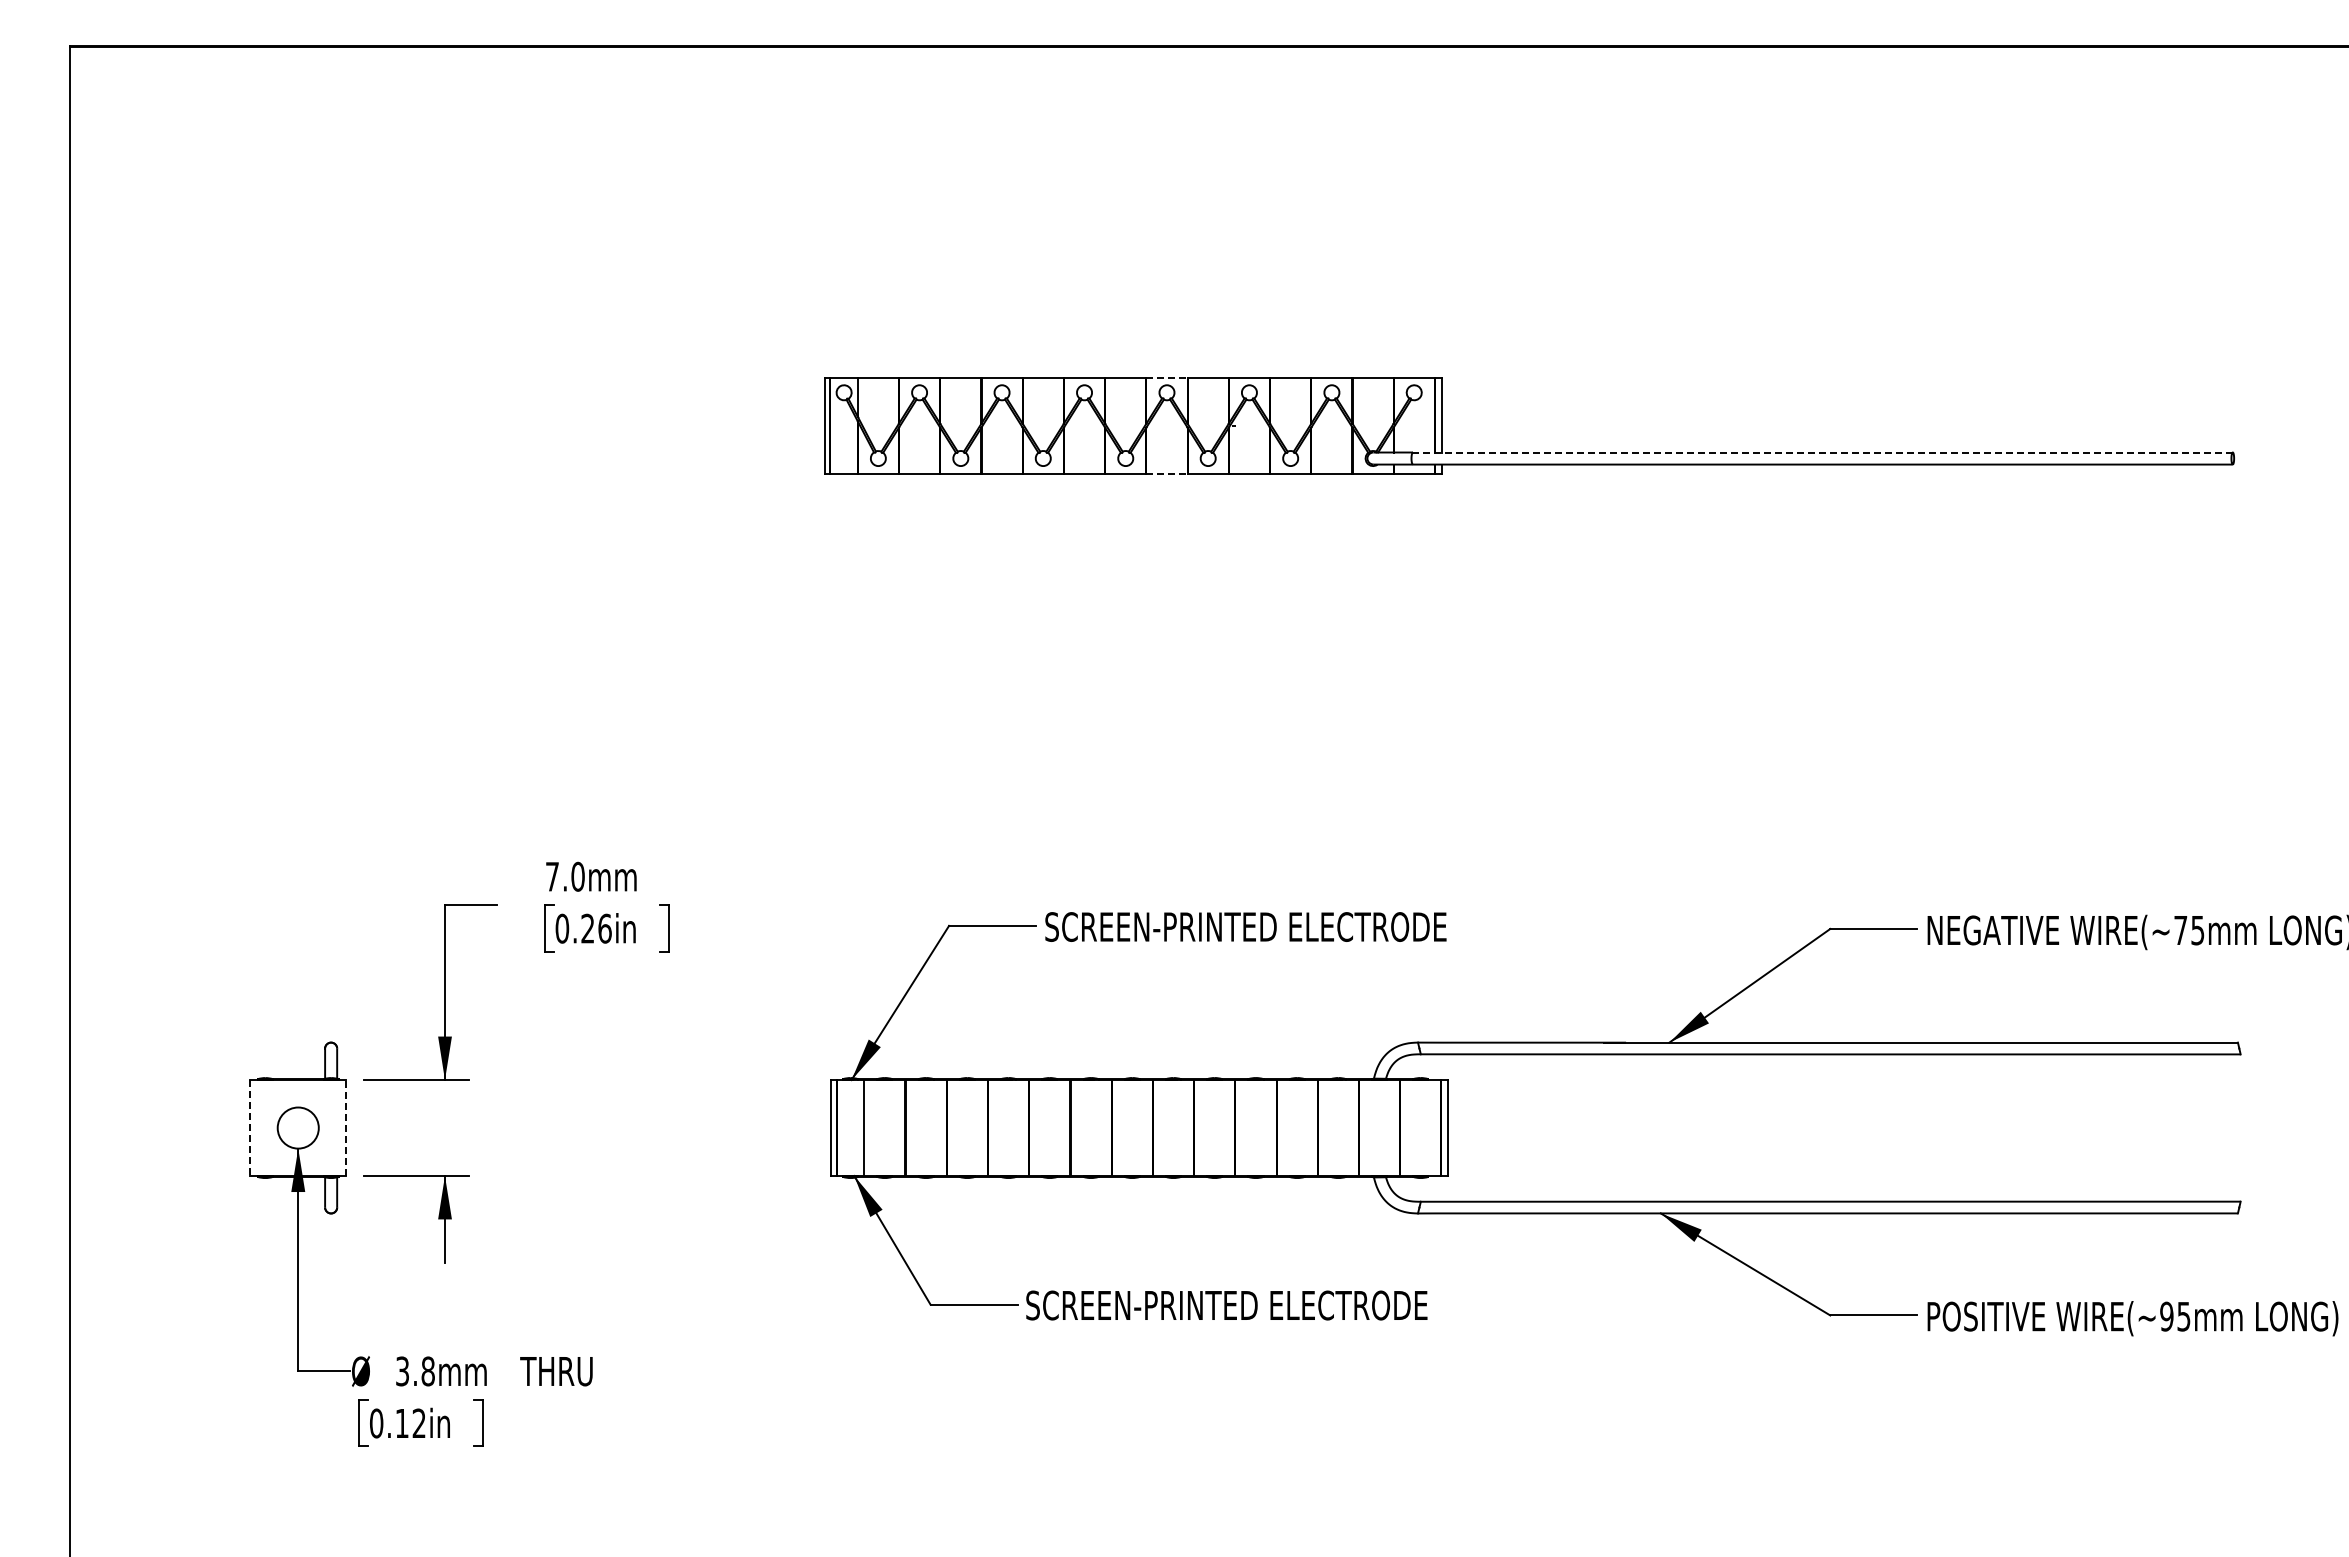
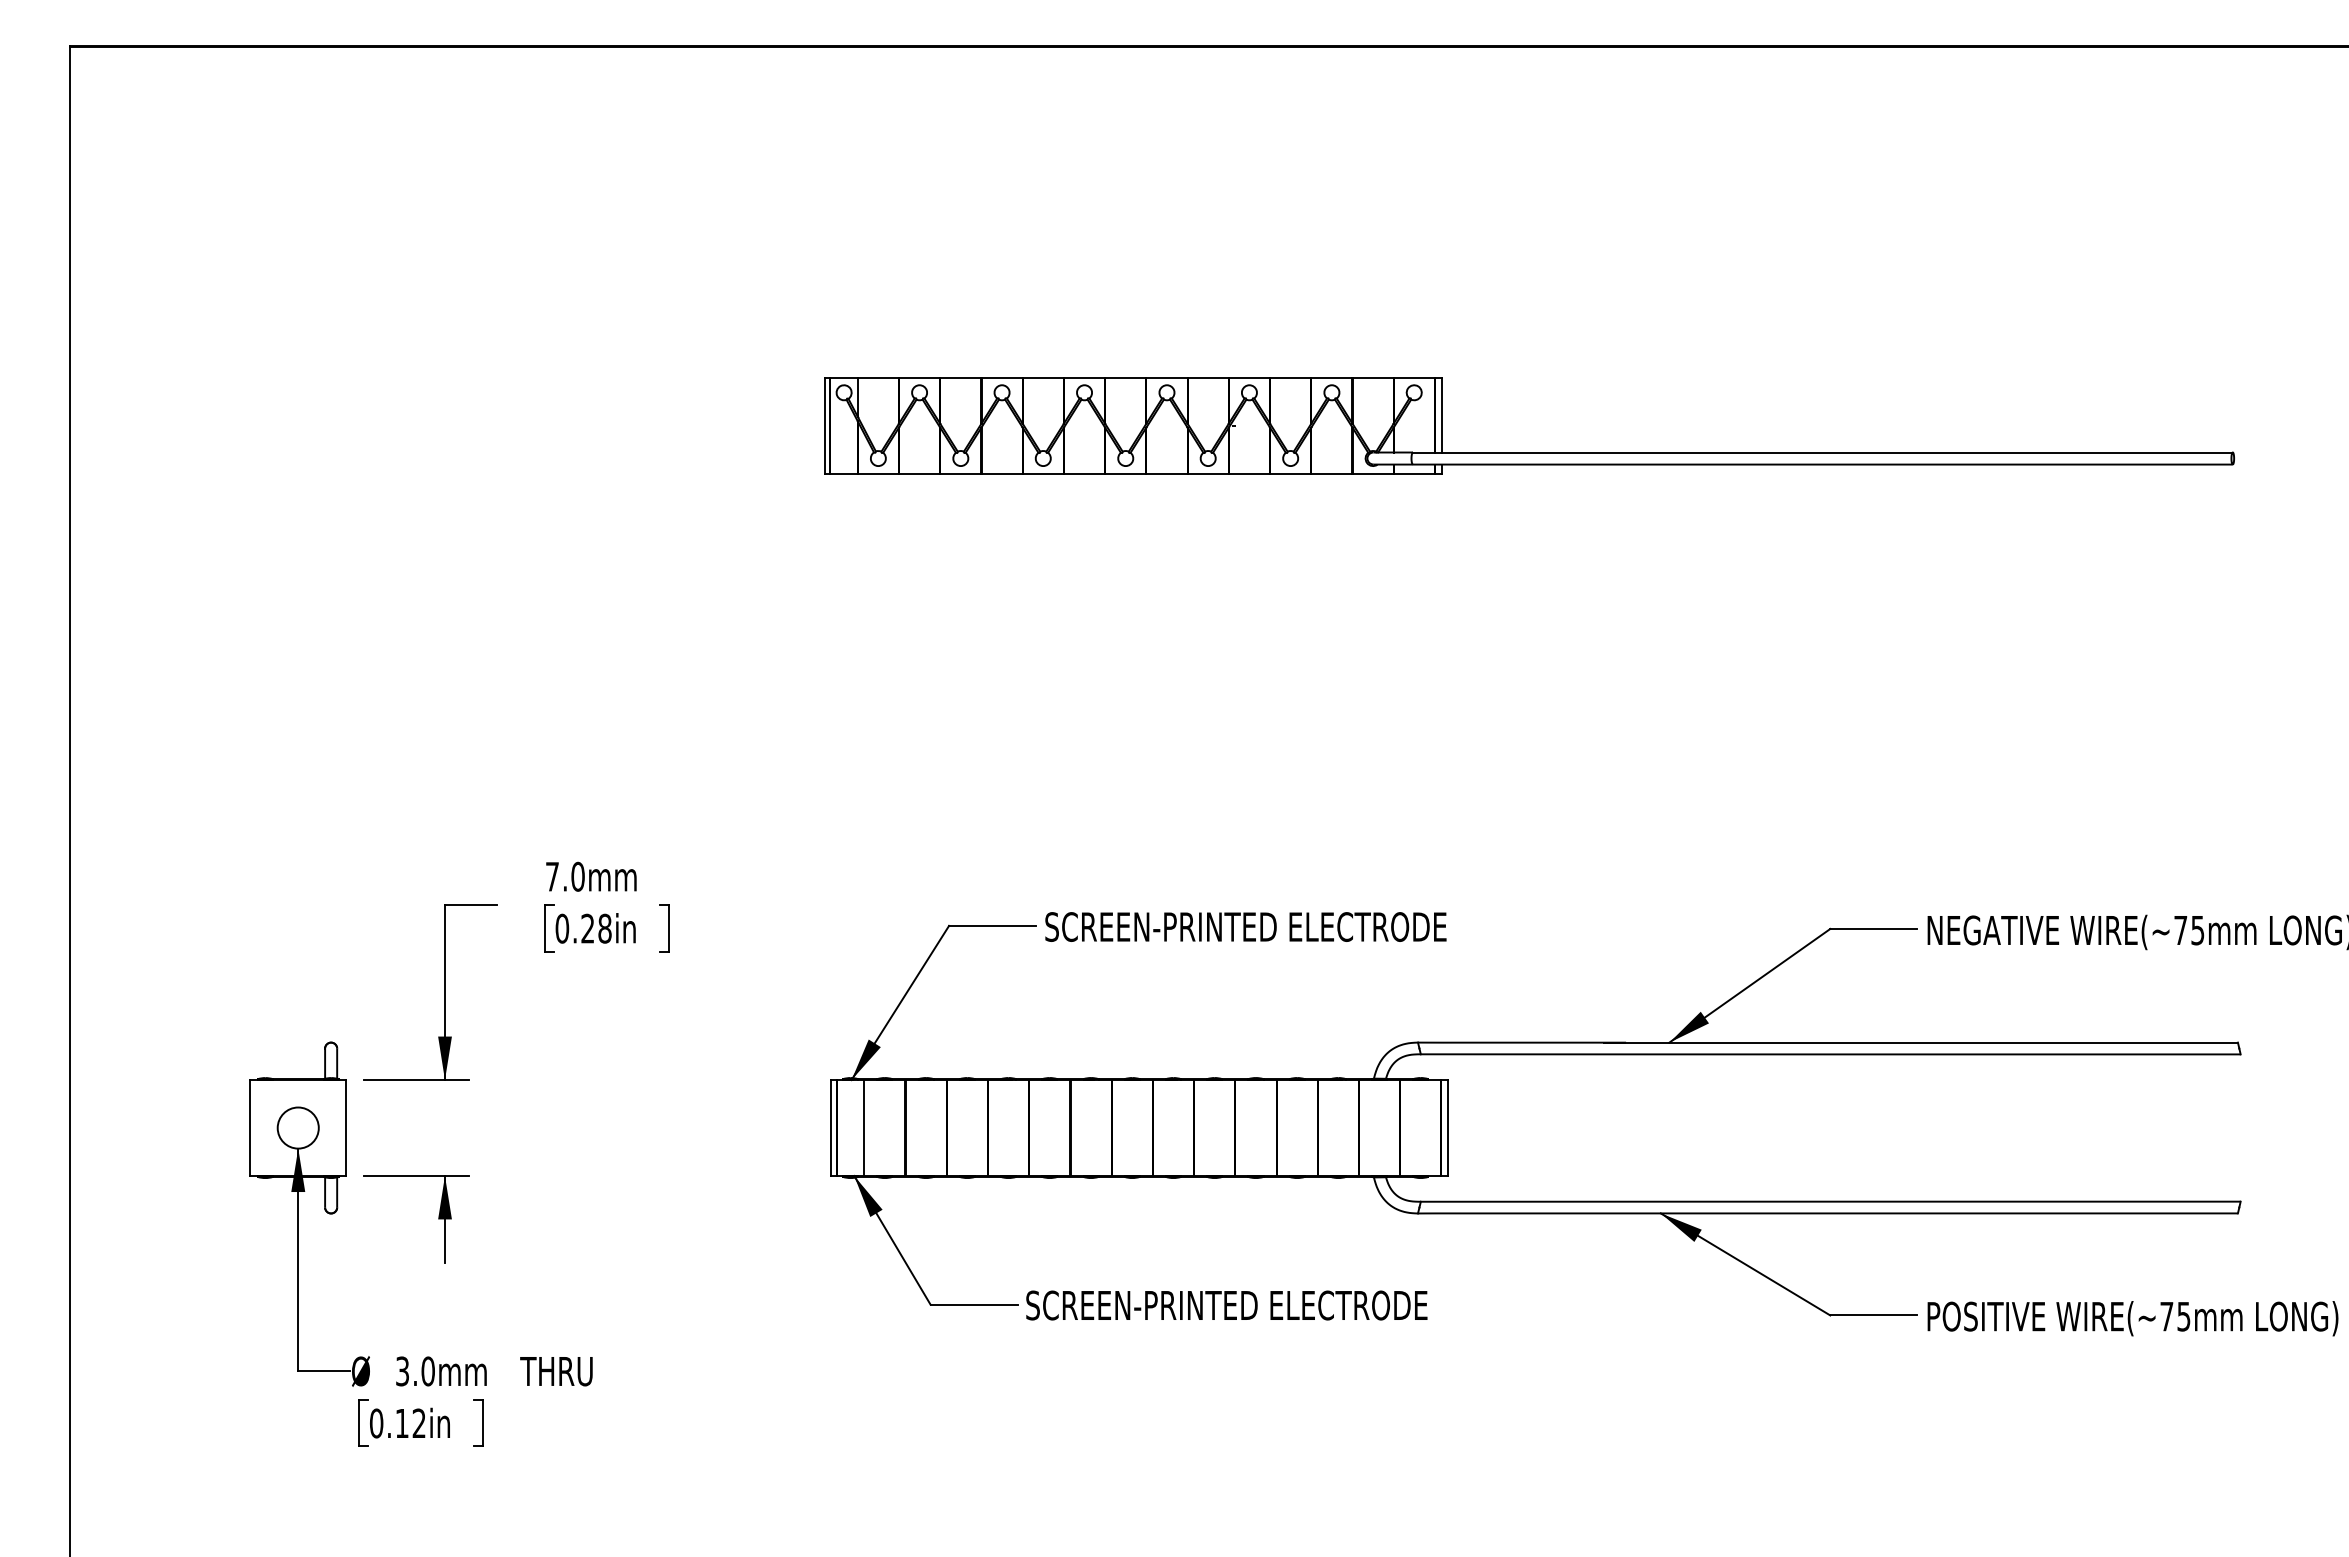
line at (1166, 377): dashed -> solid
line at (1822, 452): dashed -> solid
line at (1166, 473): dashed -> solid
text at (604, 928): 0.26in -> 0.28in
line at (250, 1128): dashed -> solid
line at (346, 1128): dashed -> solid
text at (2166, 1316): WIRE(~95mm -> WIRE(~75mm
text at (427, 1371): 3.8mm -> 3.0mm
